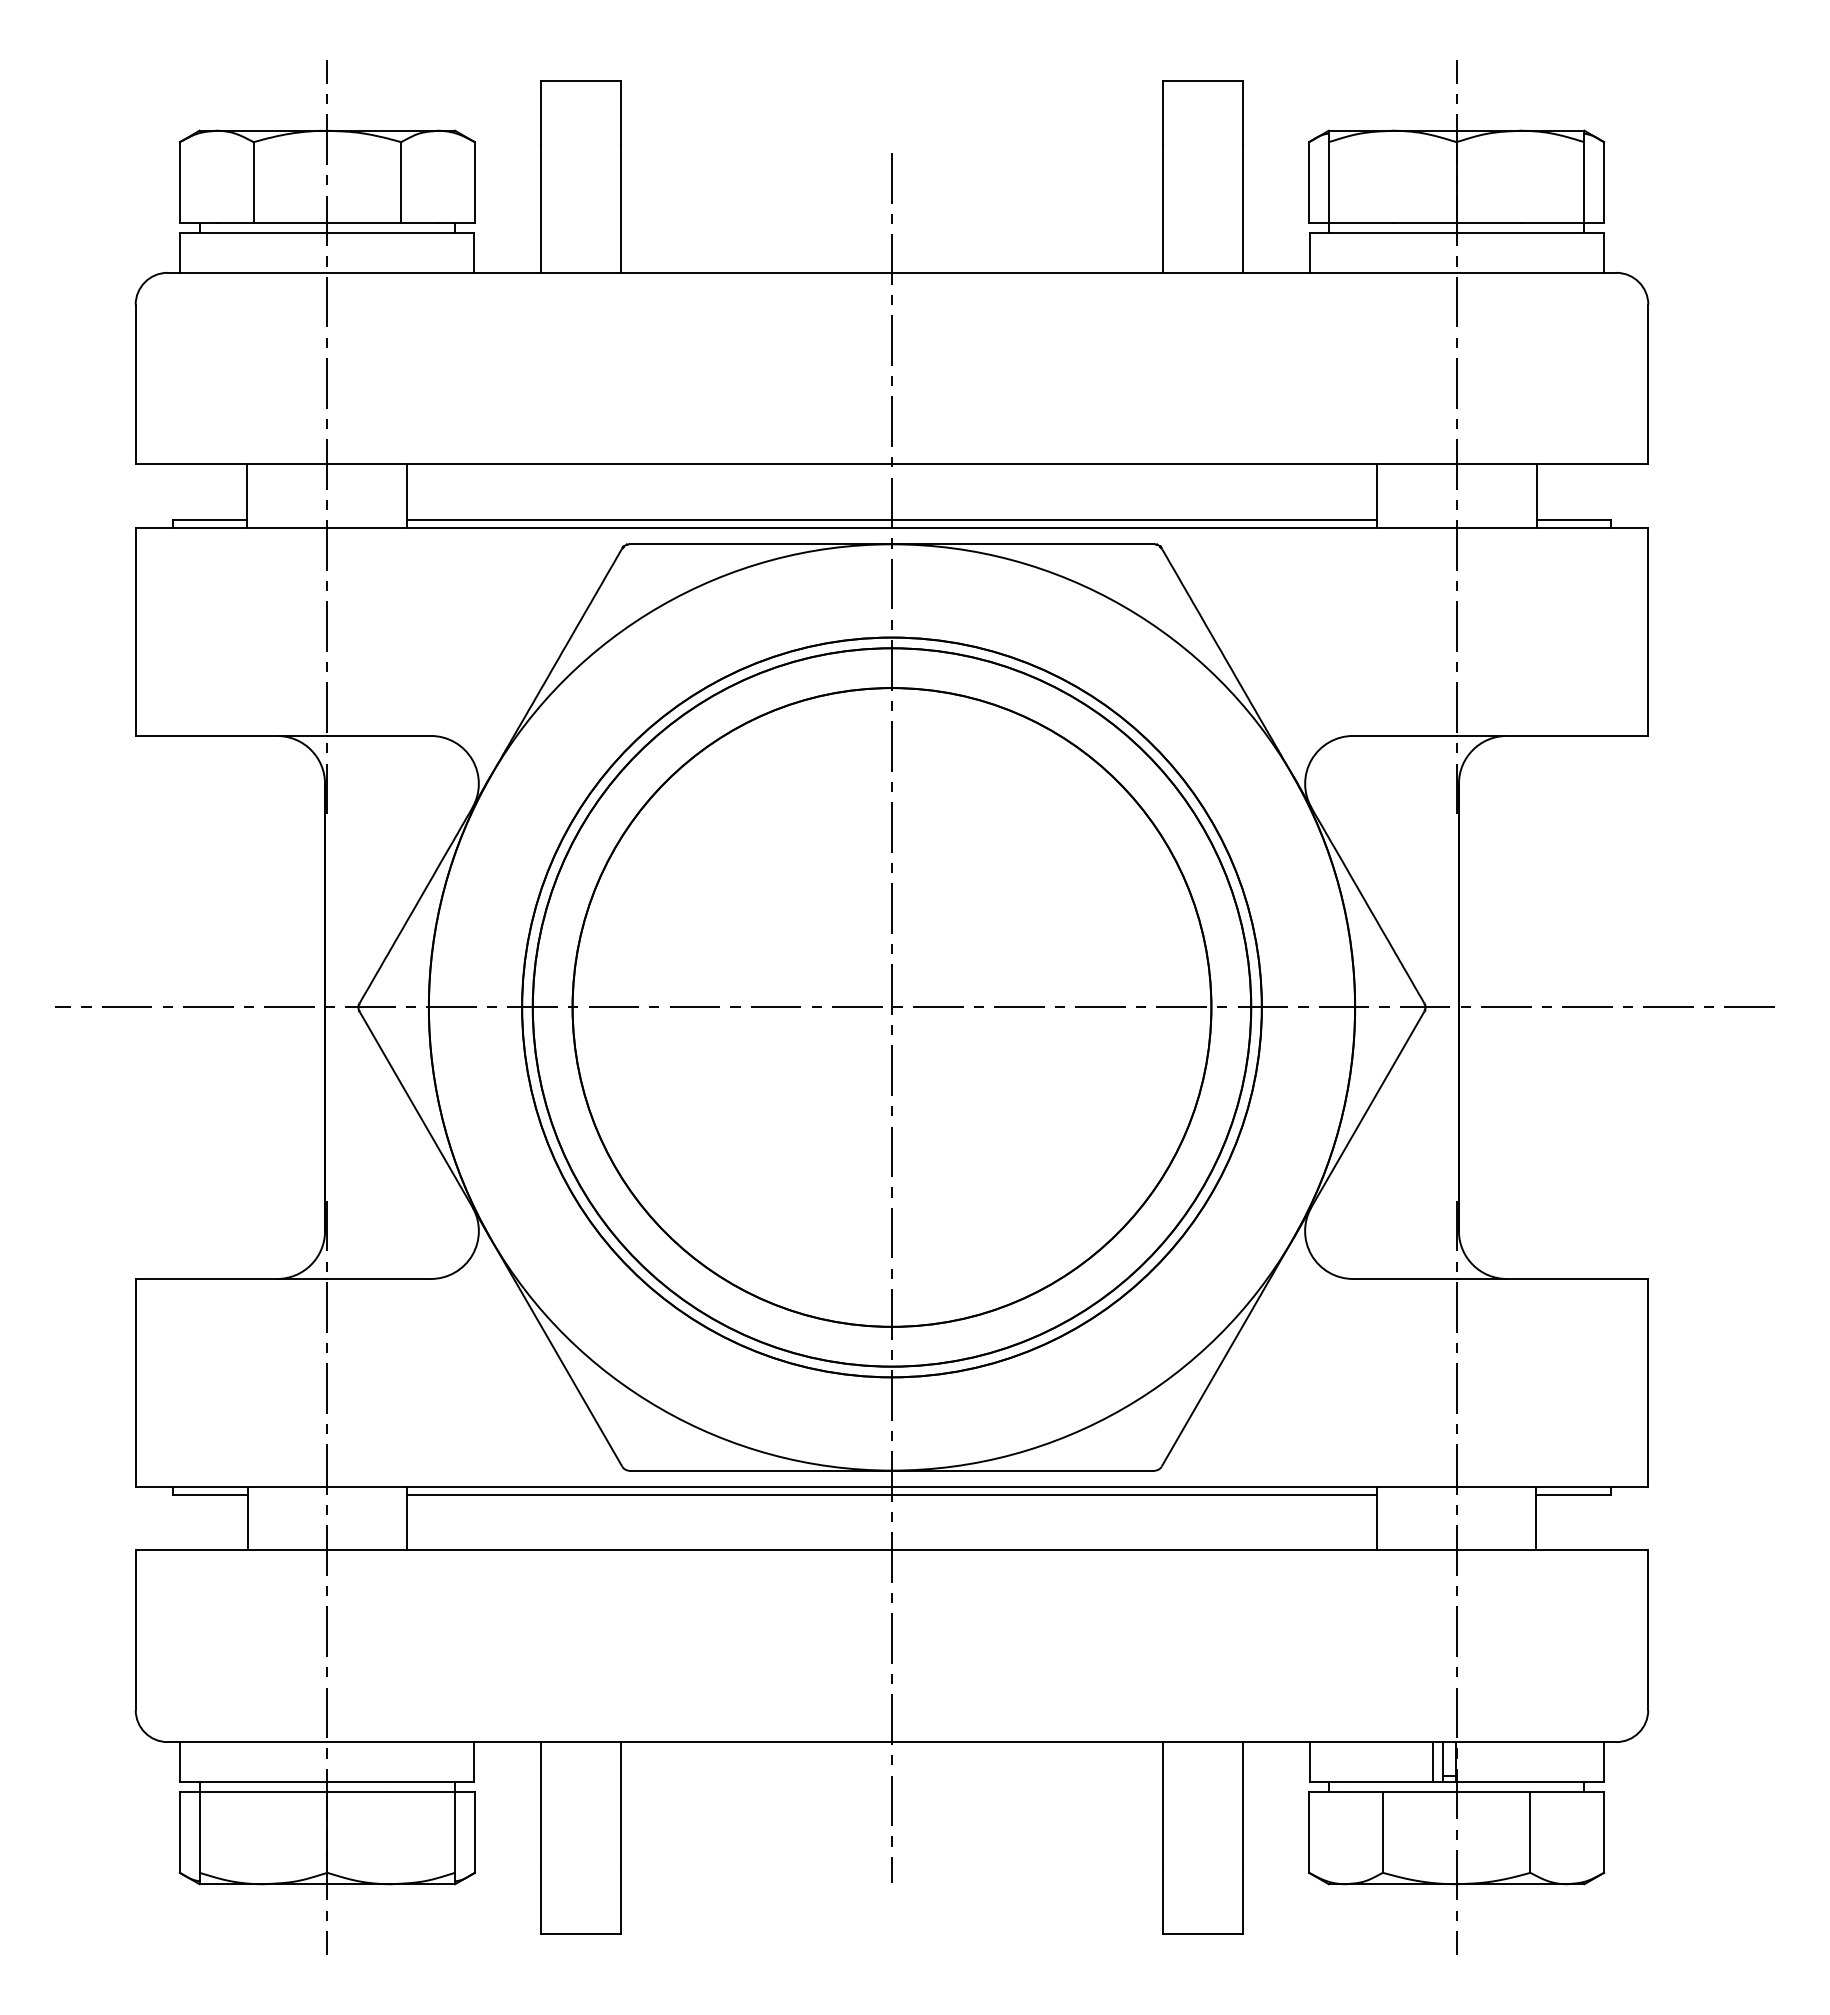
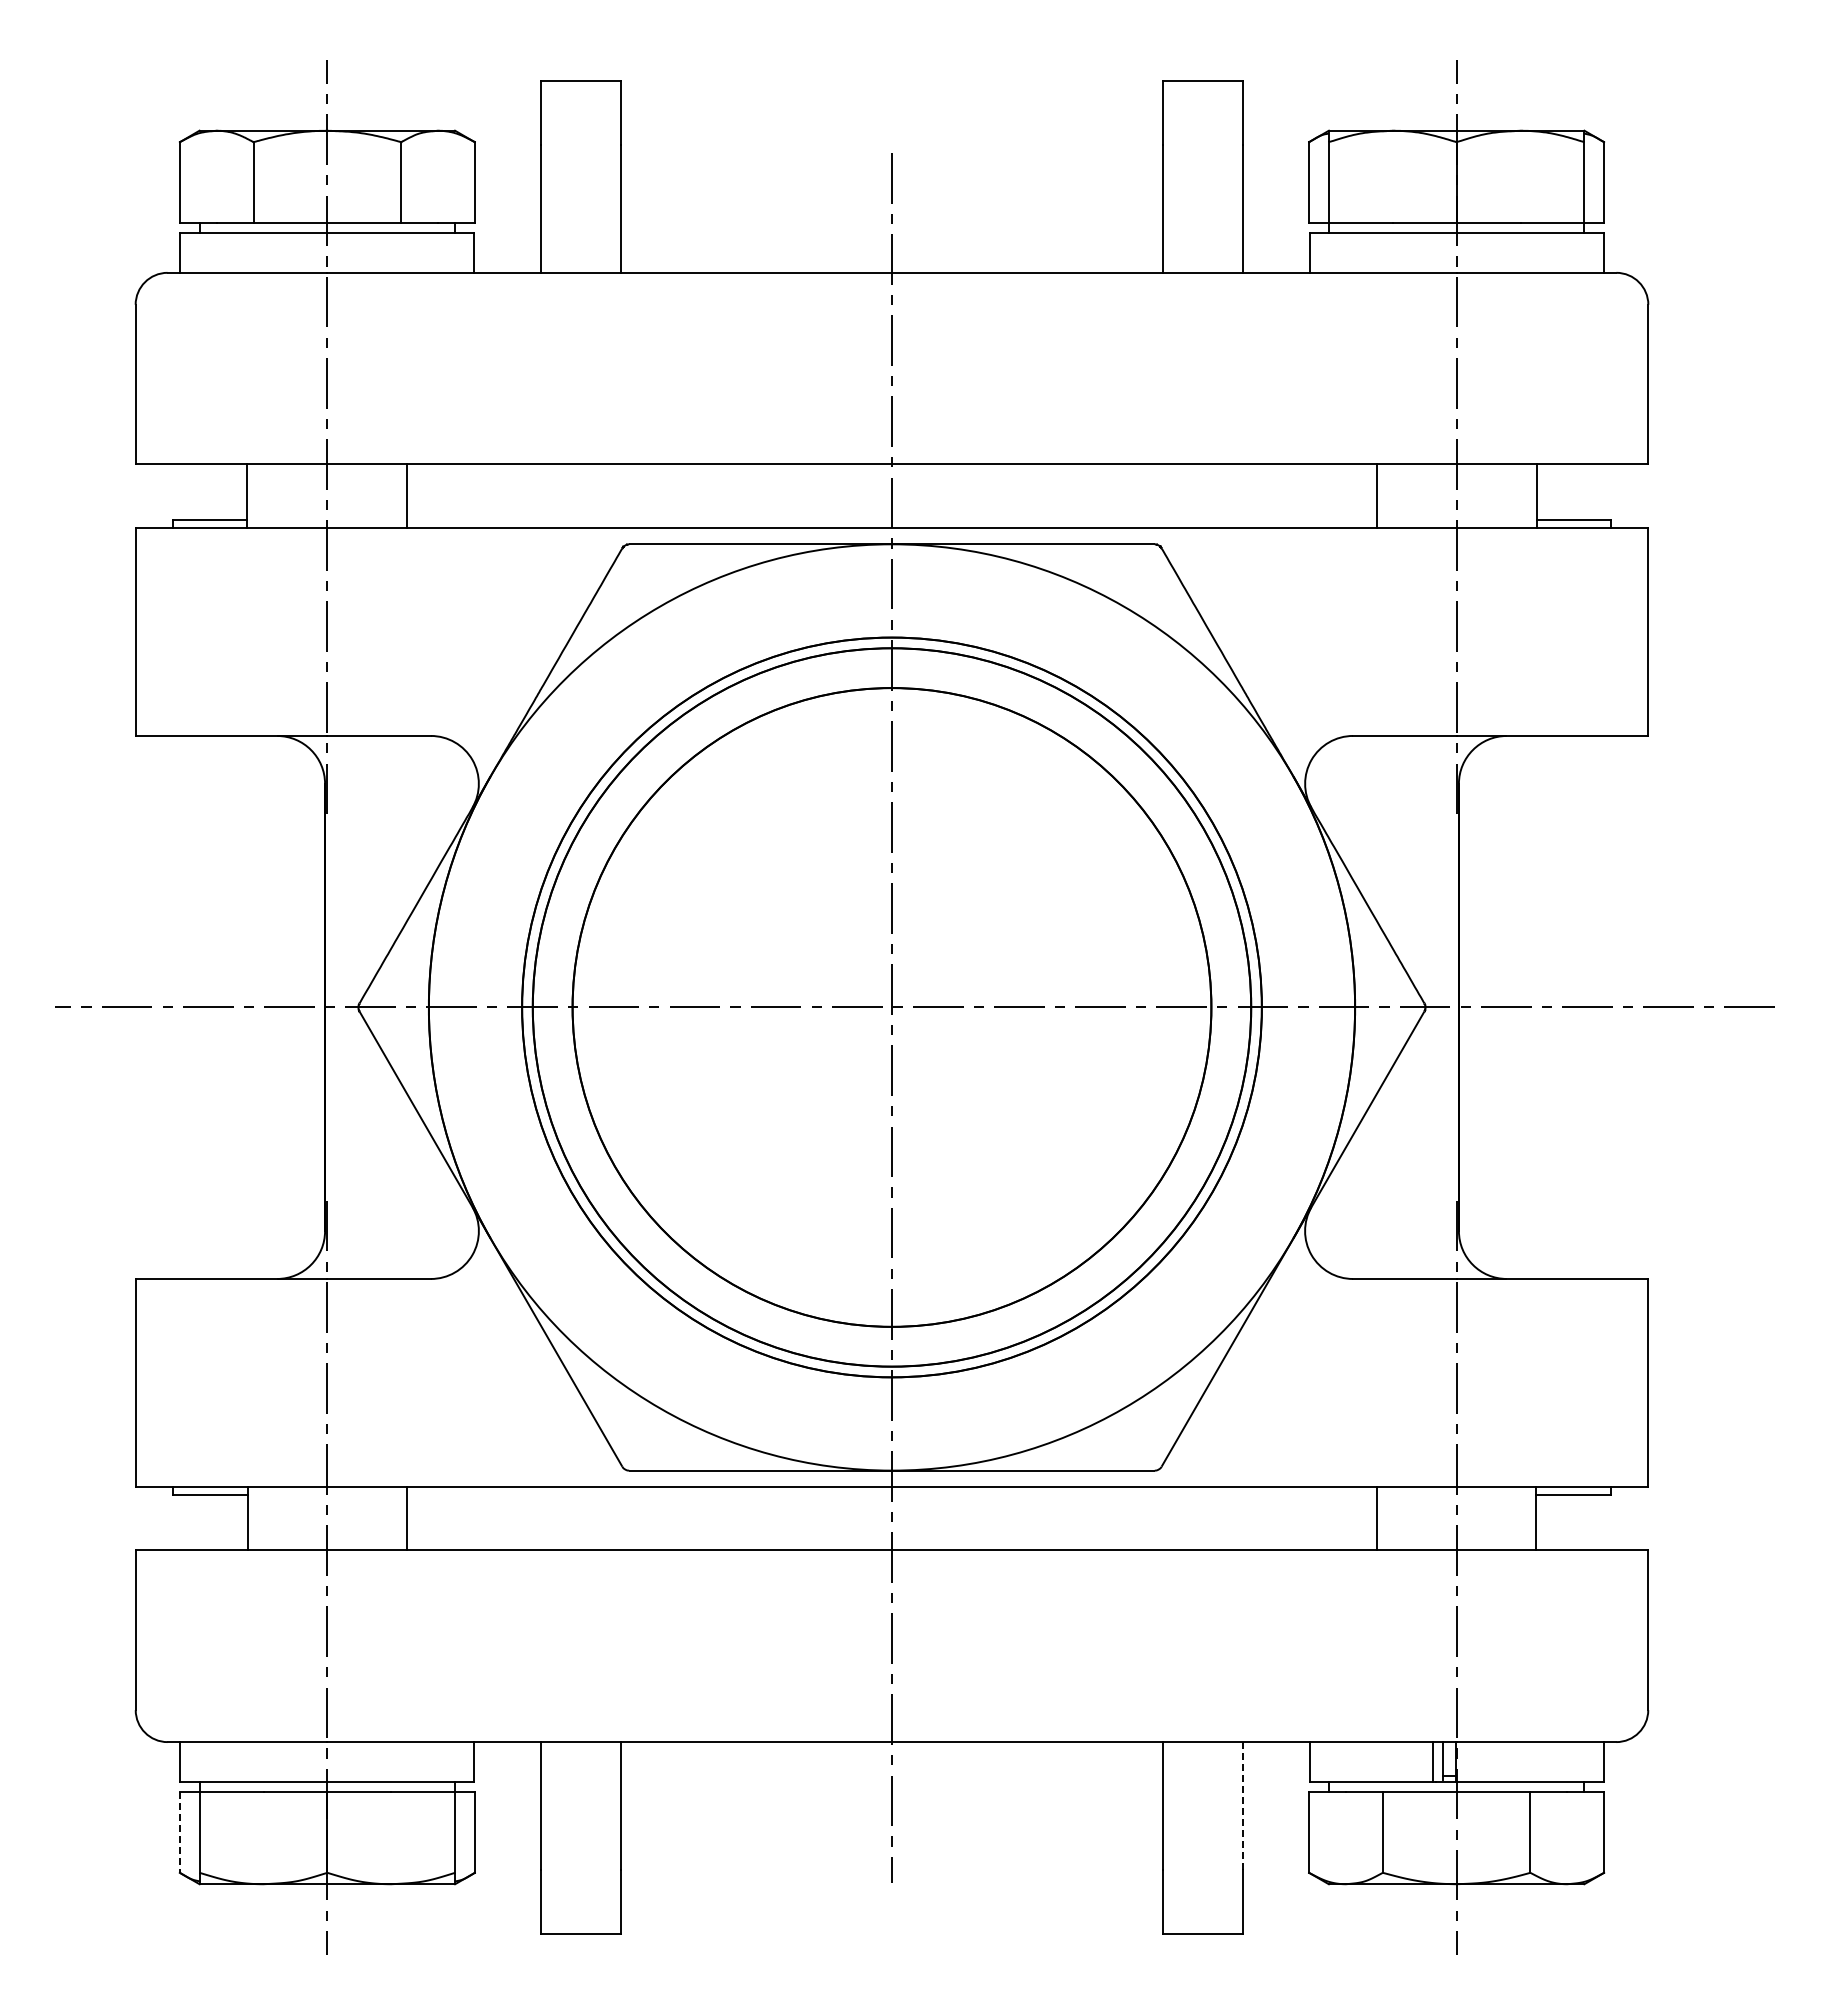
line at (891, 520): present -> none
line at (891, 1494): present -> none
line at (1243, 1805): solid -> dashed
line at (179, 1832): solid -> dashed
